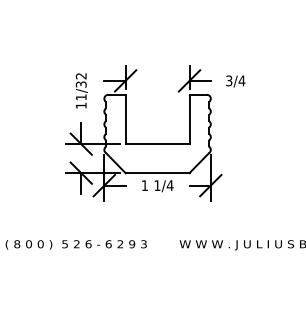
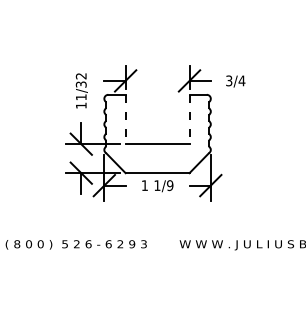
line at (125, 119): solid -> dashed
line at (189, 119): solid -> dashed
text at (169, 185): 1/4 -> 1/9
